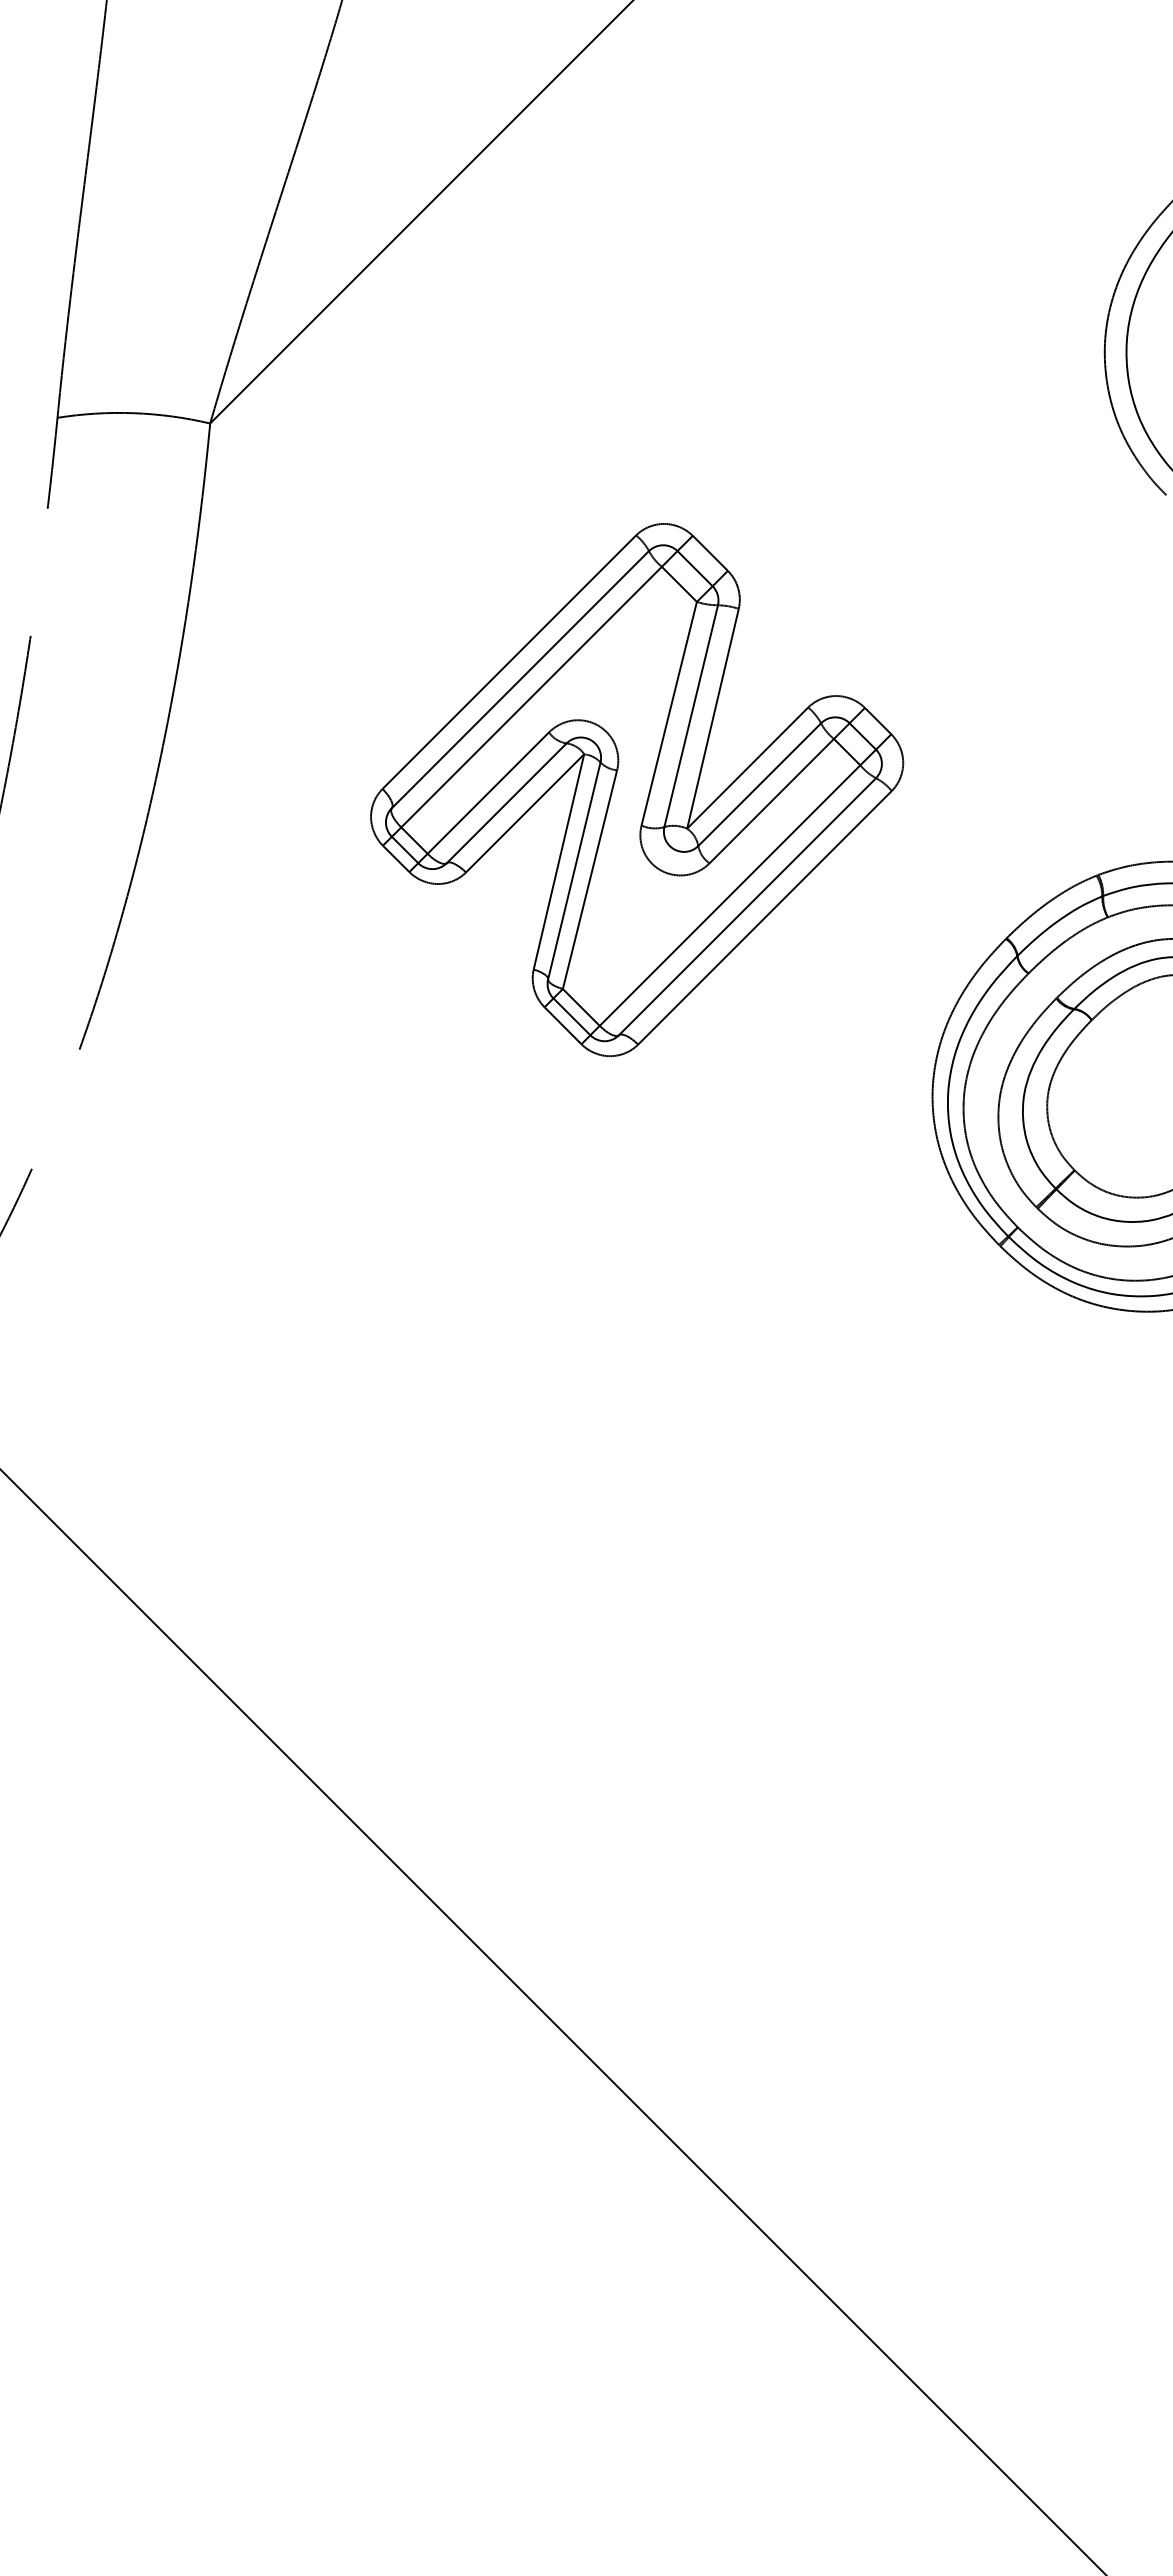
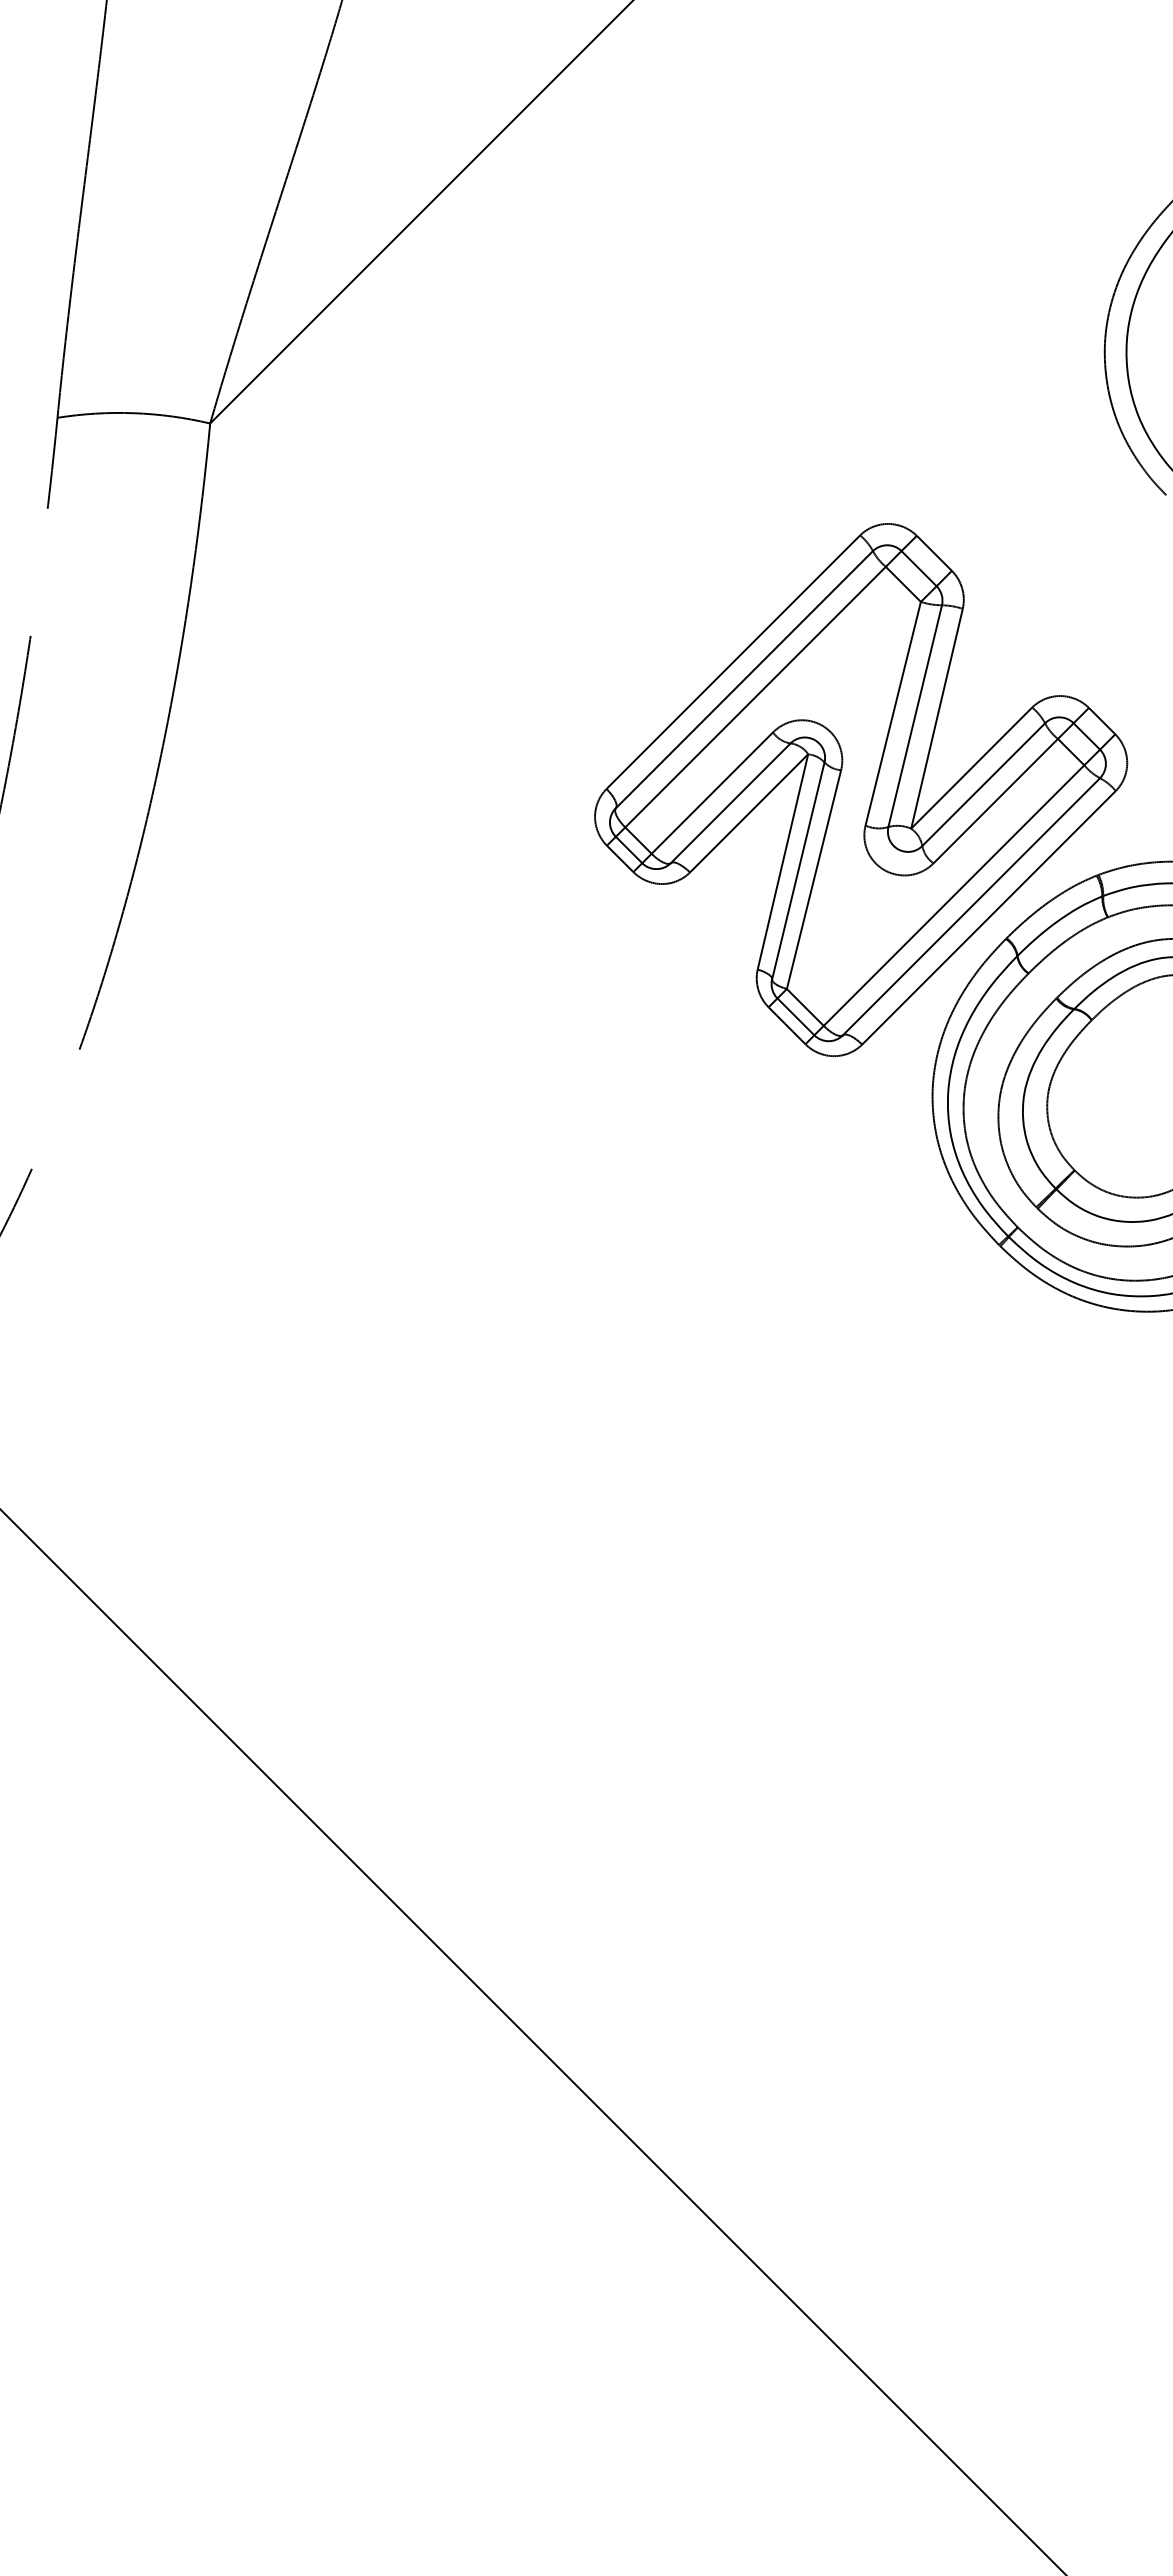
part at (637, 790) position: (637, 790) -> (861, 790)
line at (552, 2021) position: (552, 2021) -> (532, 2041)
